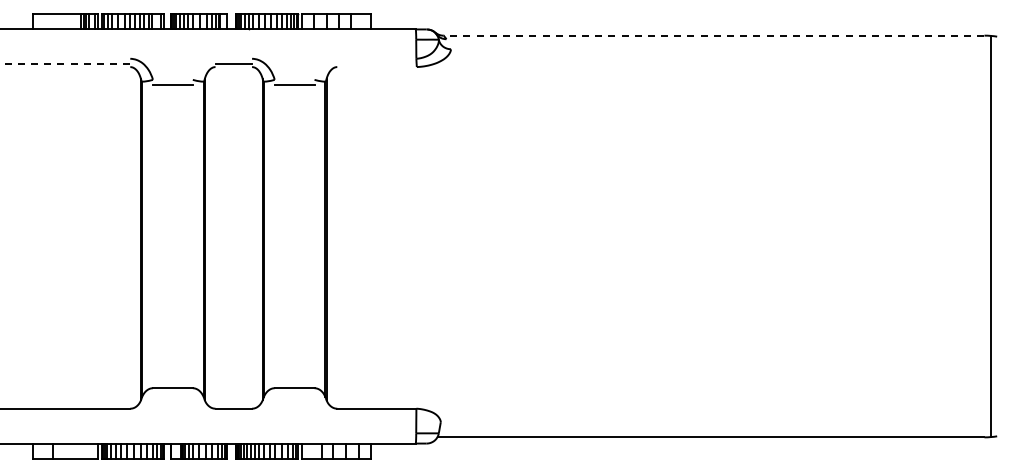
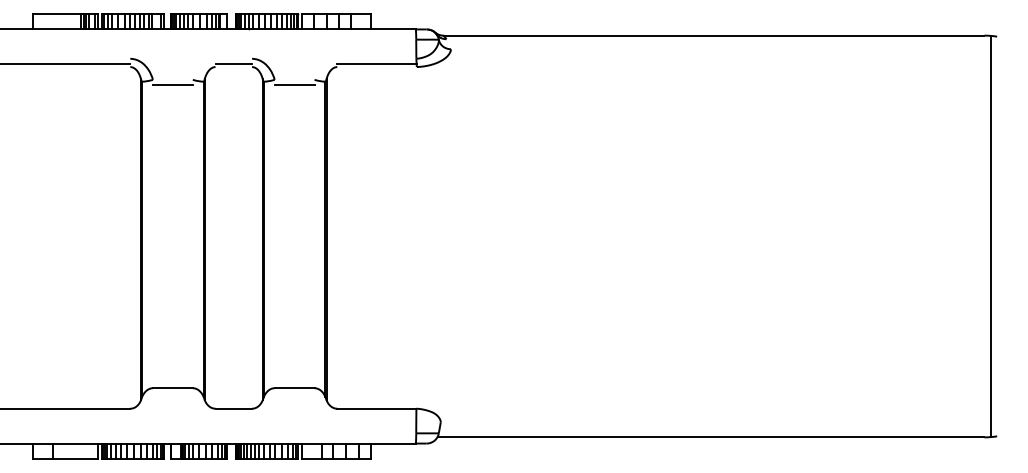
line at (713, 35): dashed -> solid
line at (65, 64): dashed -> solid
line at (376, 64): none -> present
